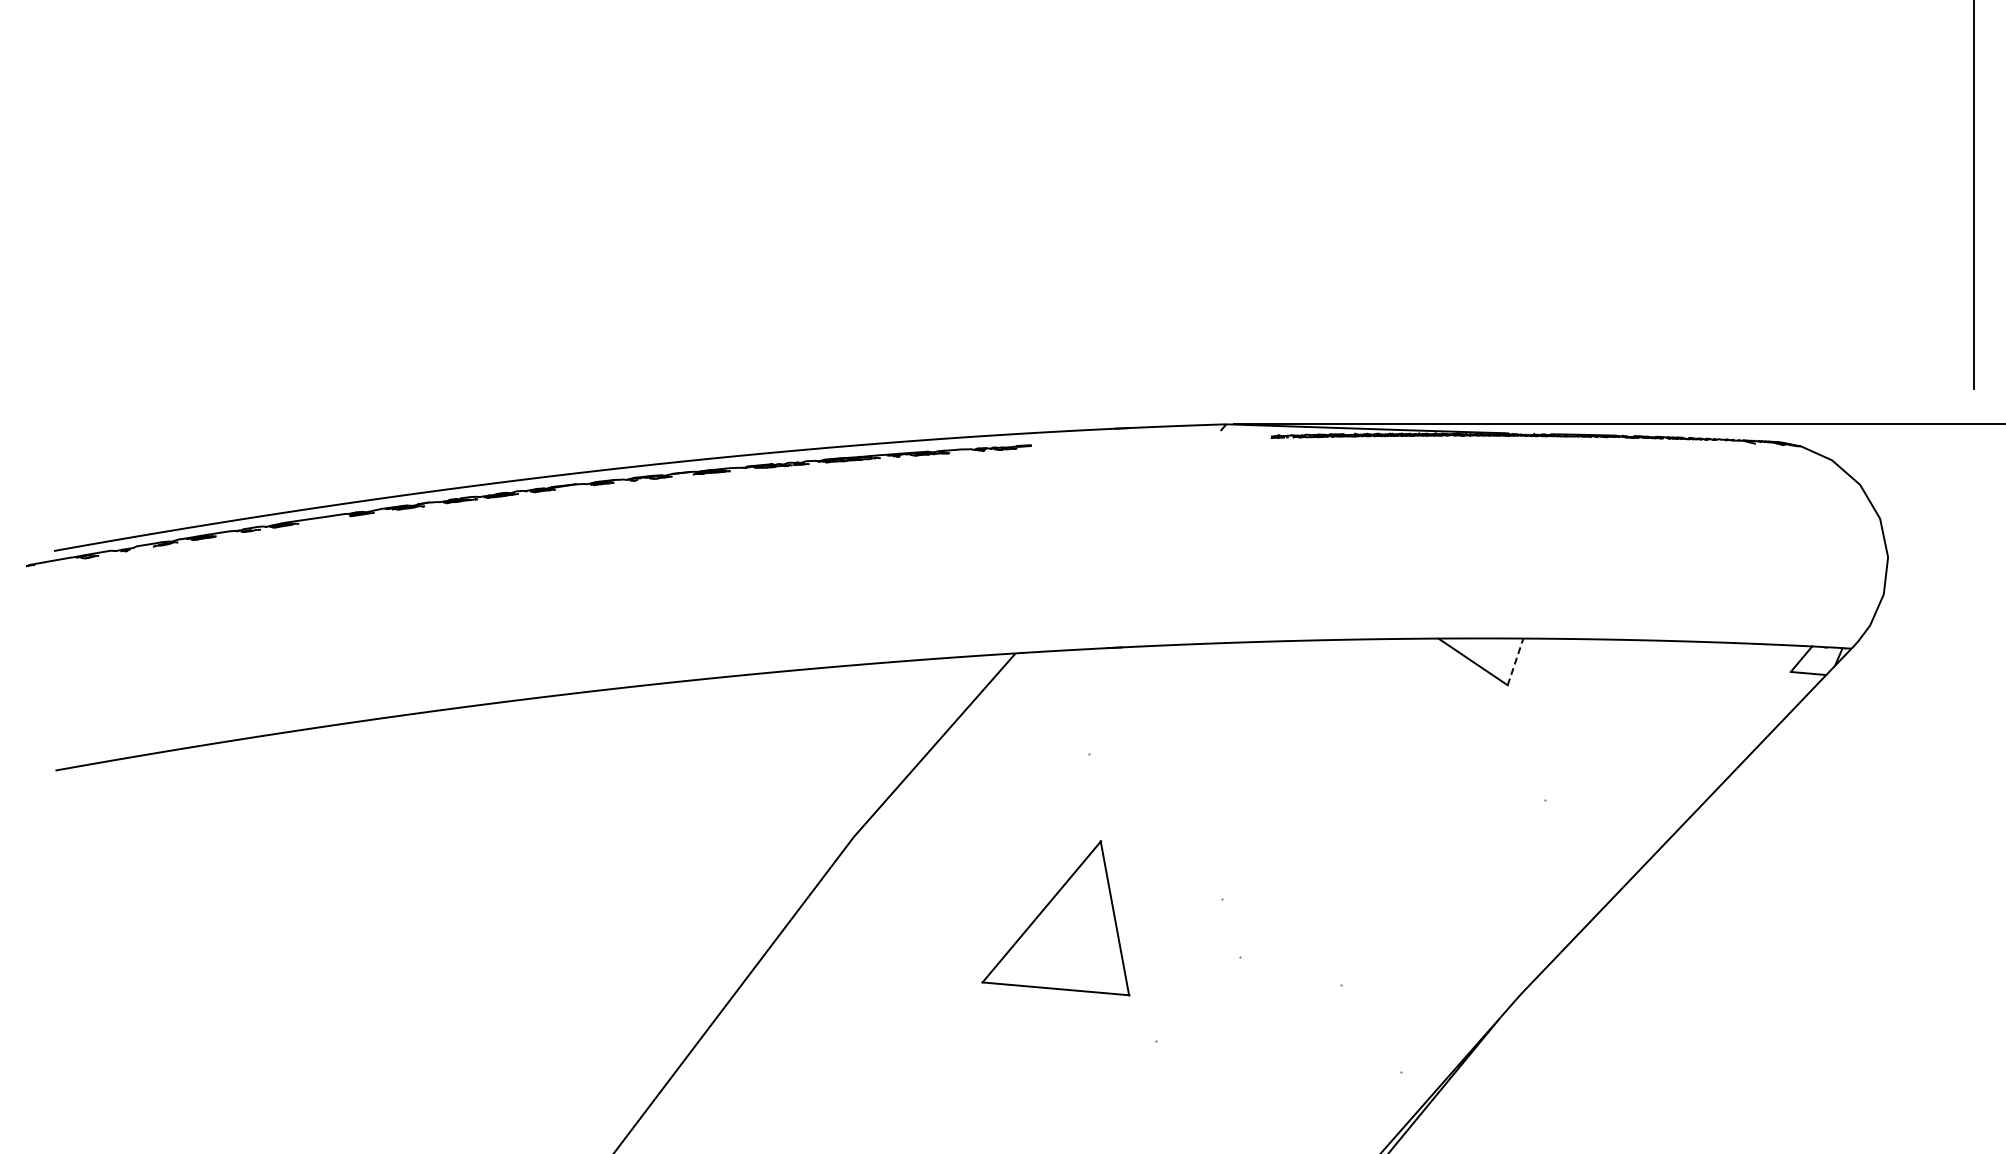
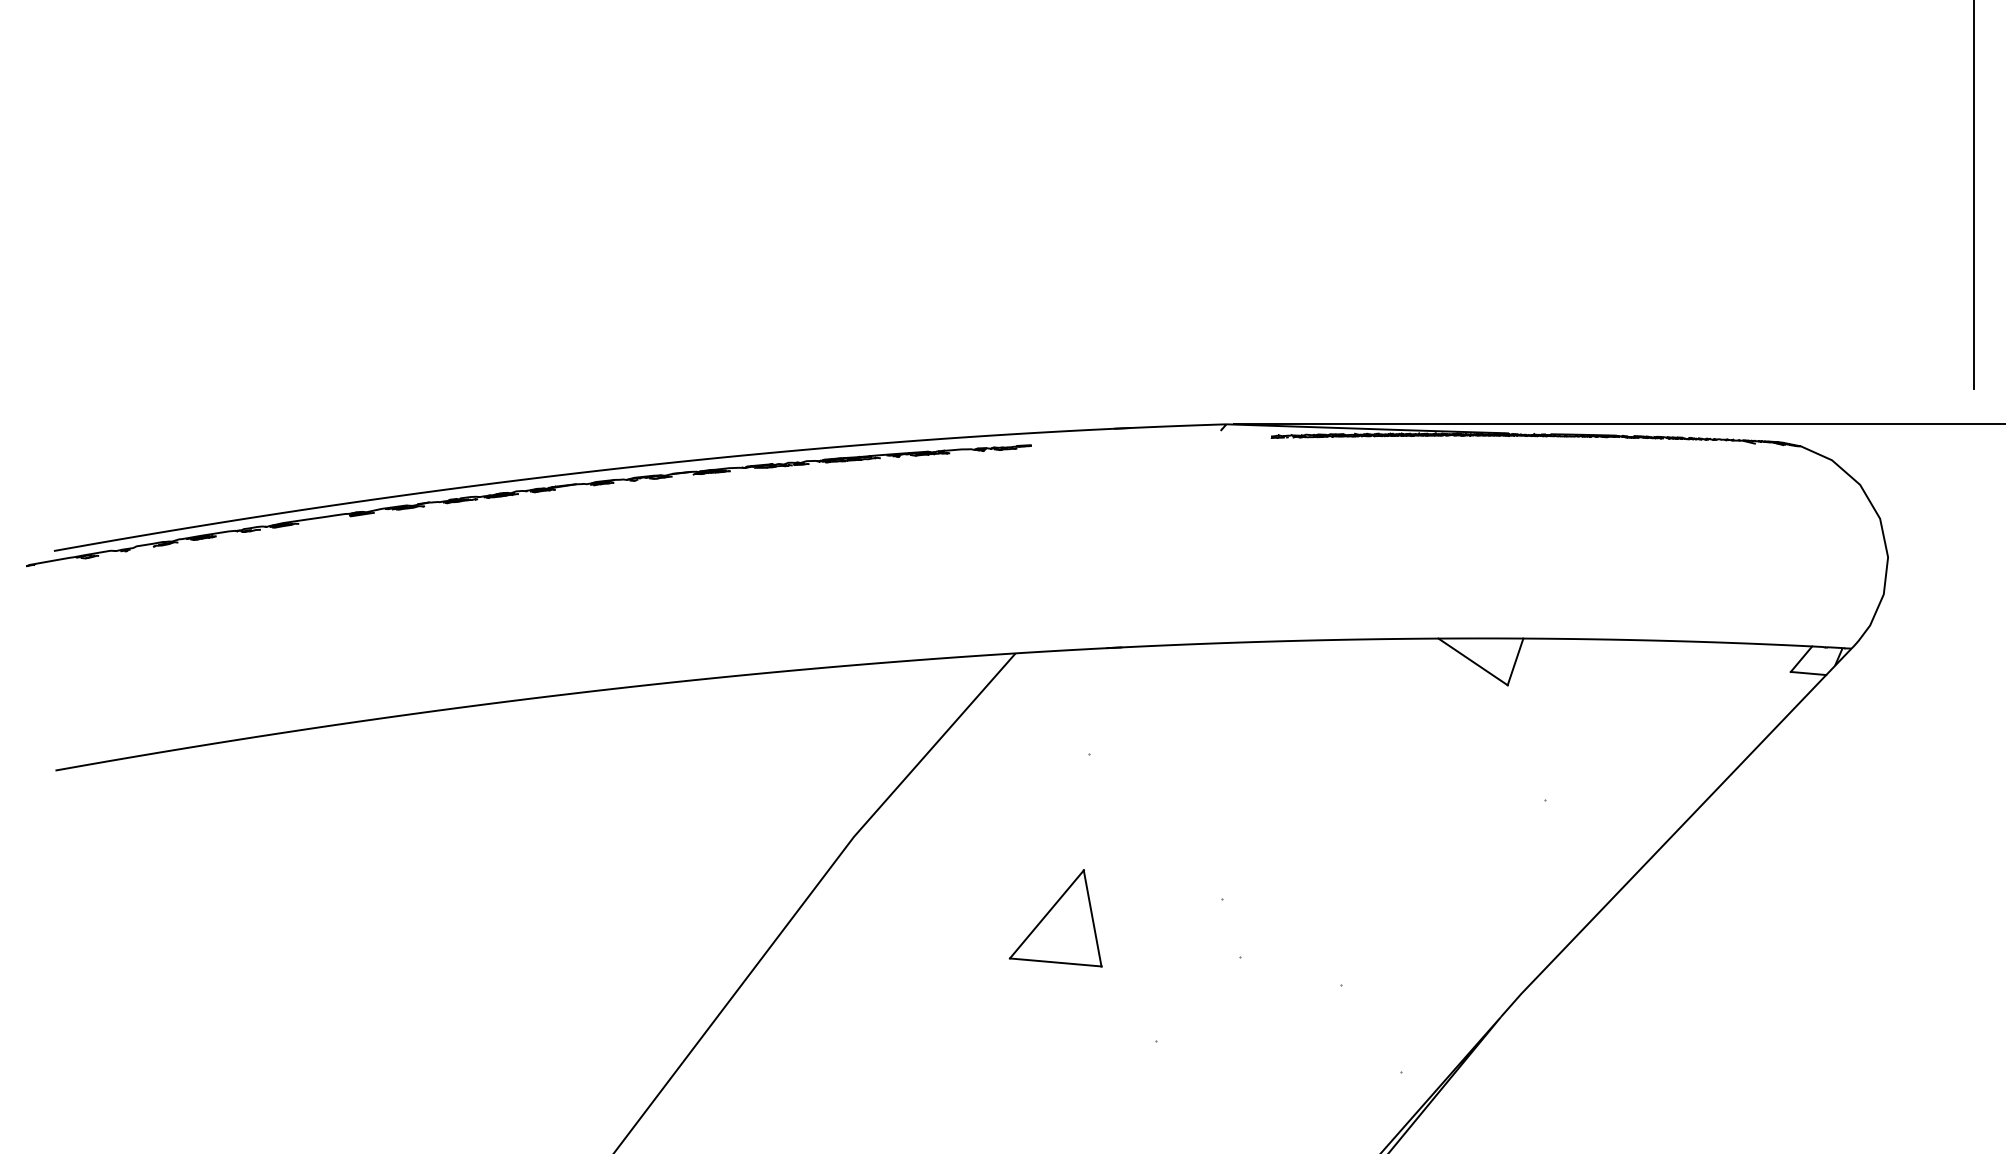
line at (1515, 661): dashed -> solid
part at (1055, 918) size: 150x157 px -> 95x99 px
